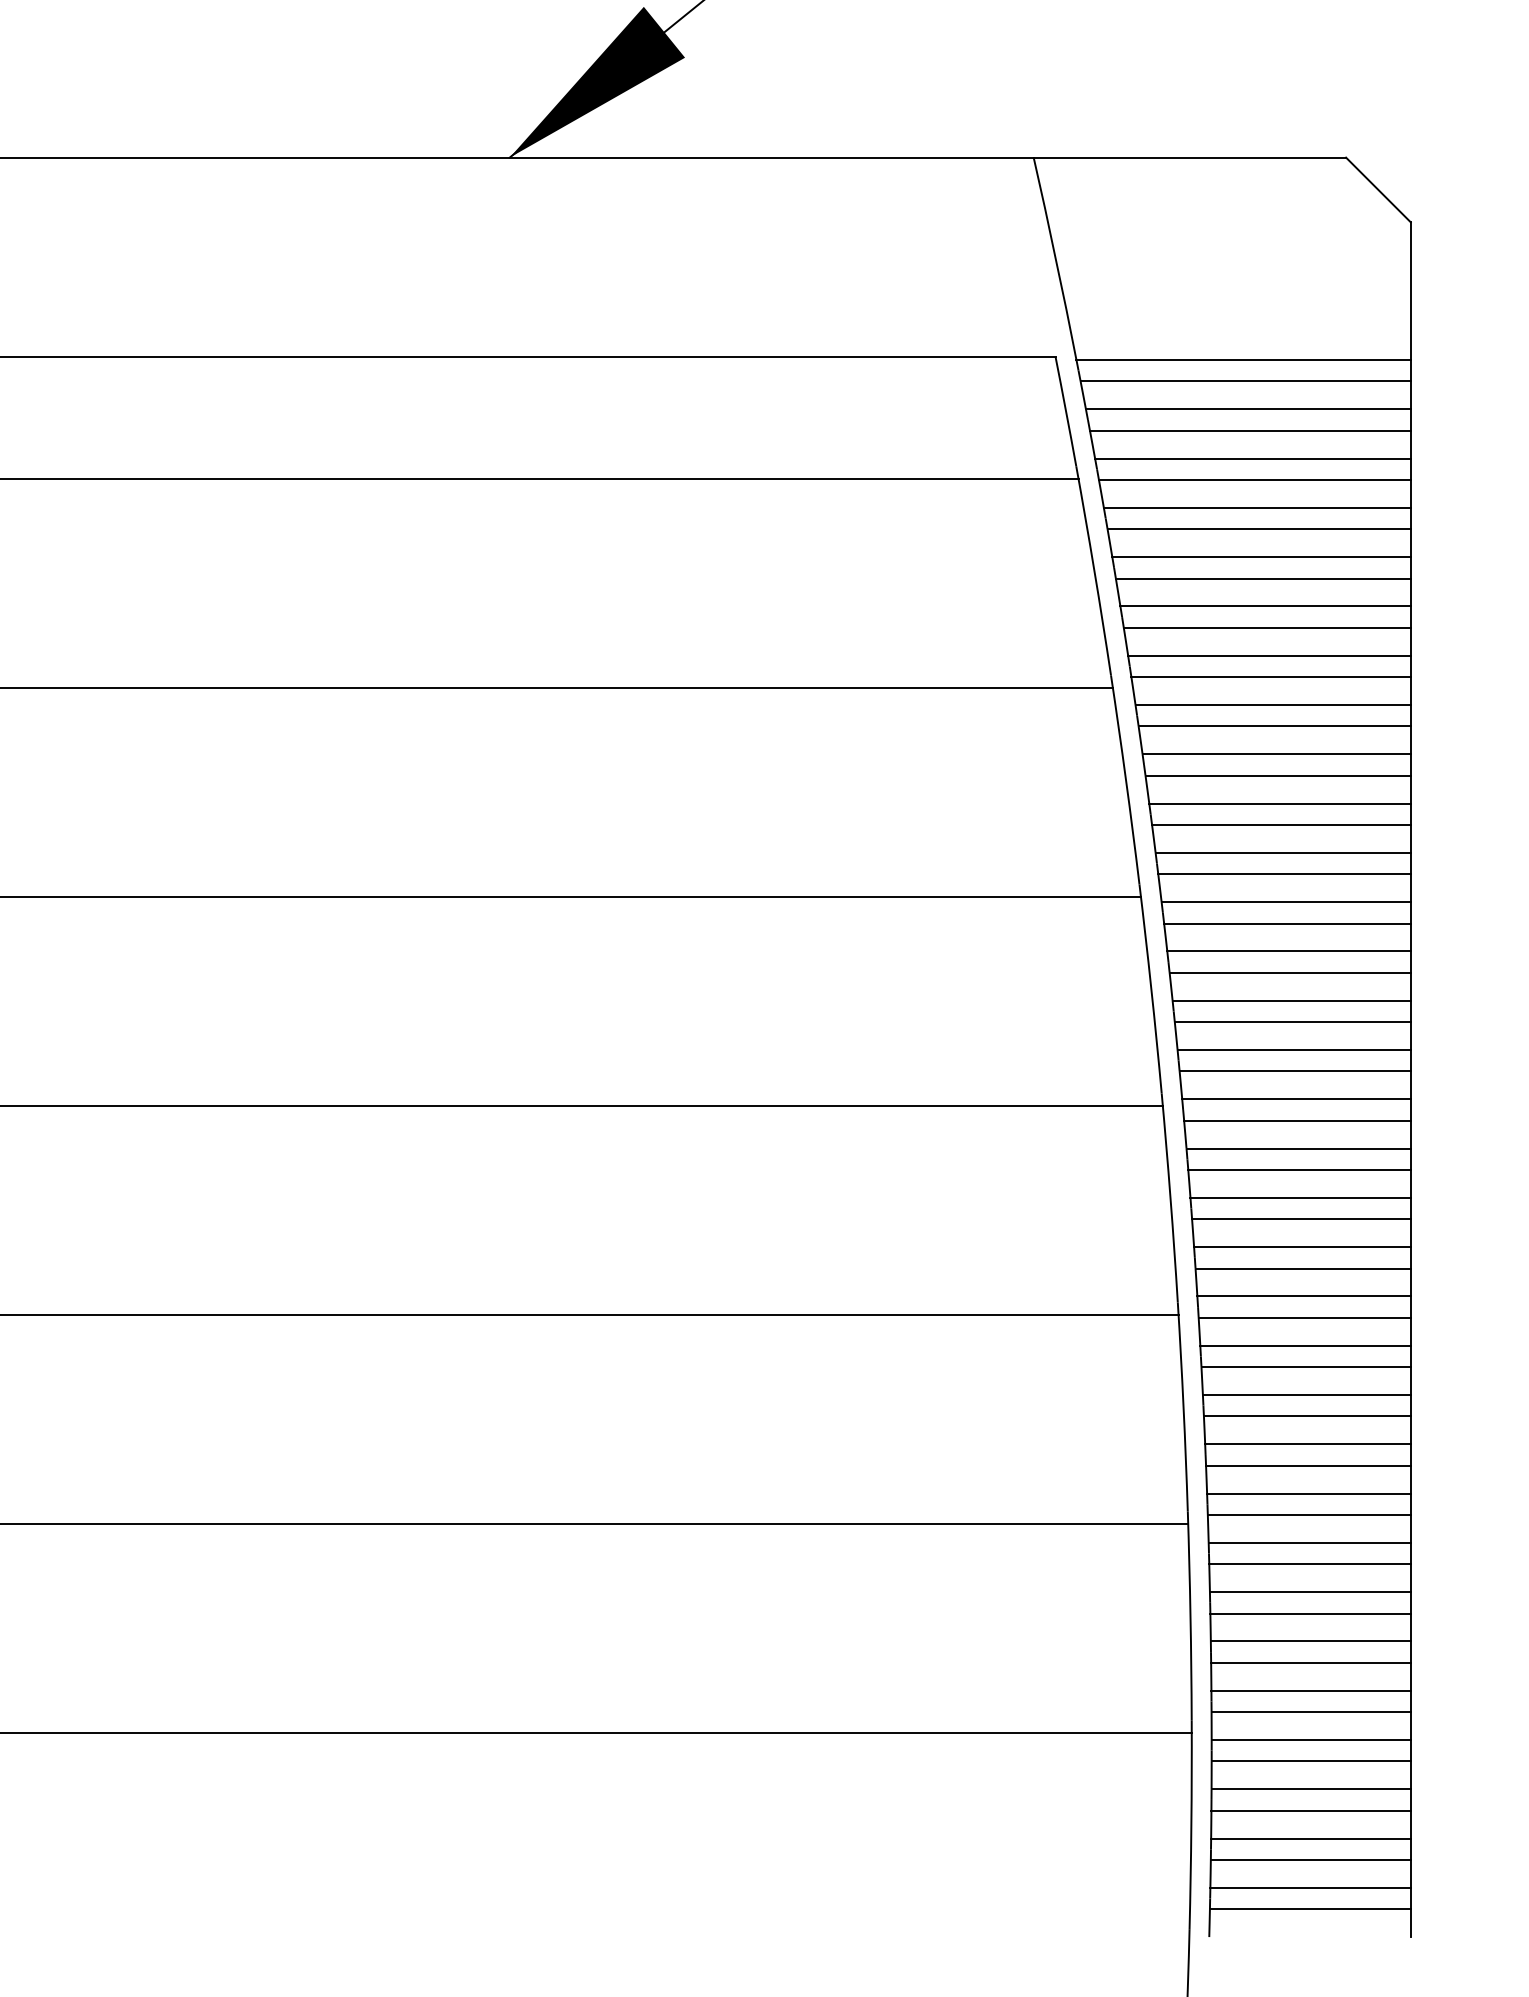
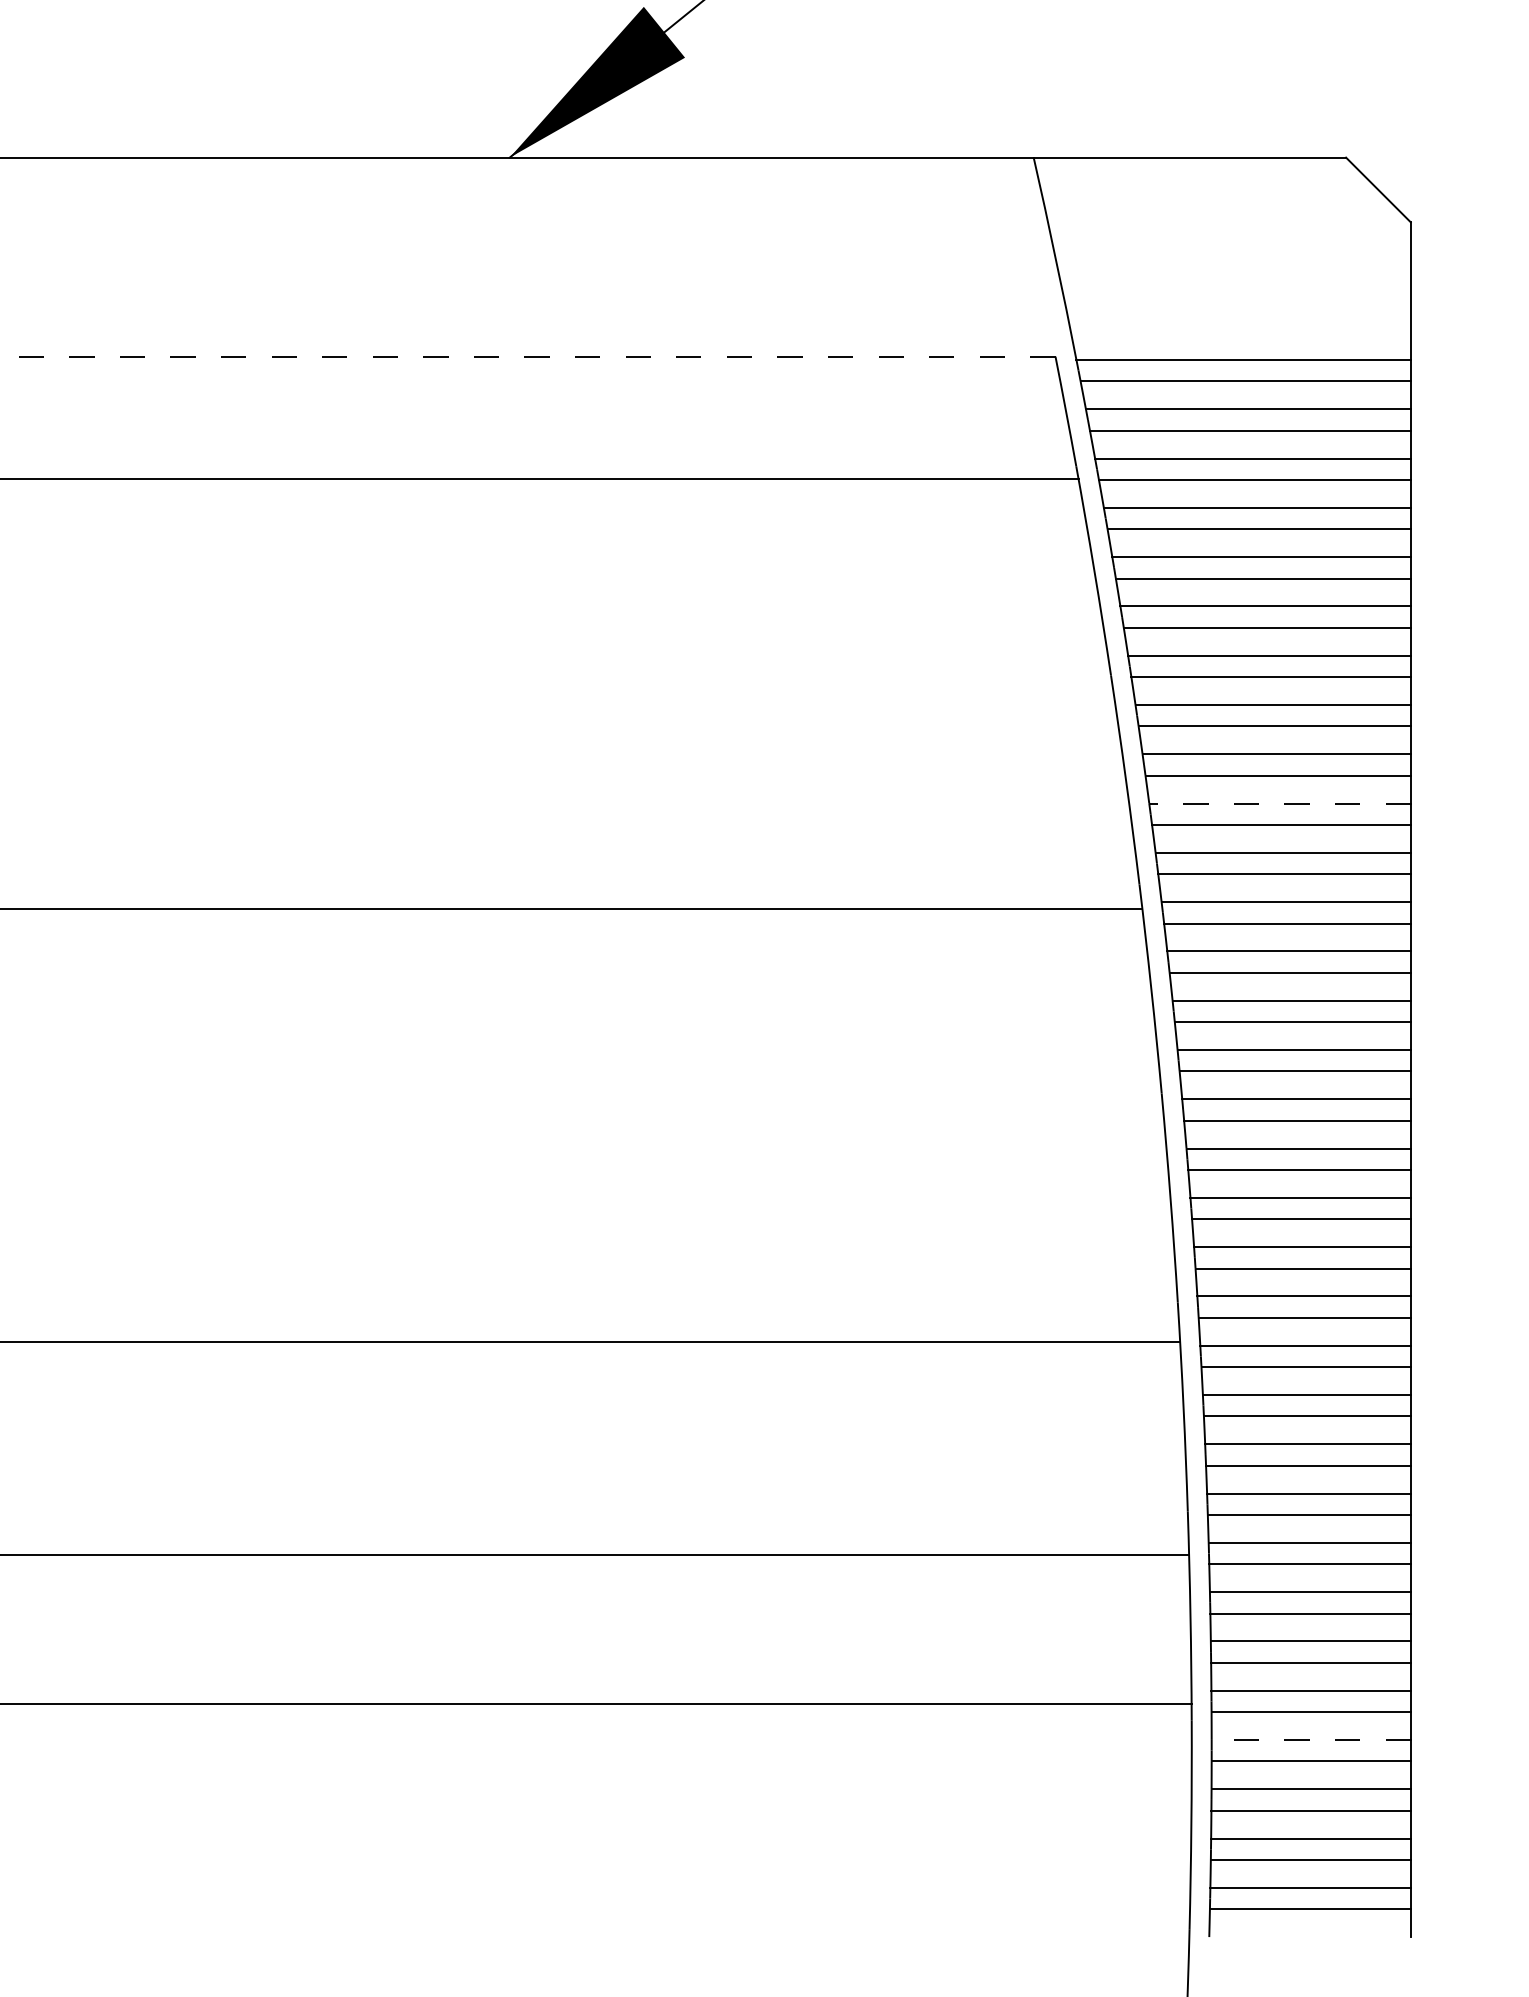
line at (527, 356): solid -> dashed
line at (557, 687): present -> none
line at (1280, 803): solid -> dashed
line at (571, 896) position: (571, 896) -> (571, 908)
line at (582, 1105): present -> none
line at (590, 1315) position: (590, 1315) -> (590, 1342)
line at (595, 1524) position: (595, 1524) -> (595, 1555)
line at (596, 1733) position: (596, 1733) -> (596, 1704)
line at (1311, 1739): solid -> dashed
